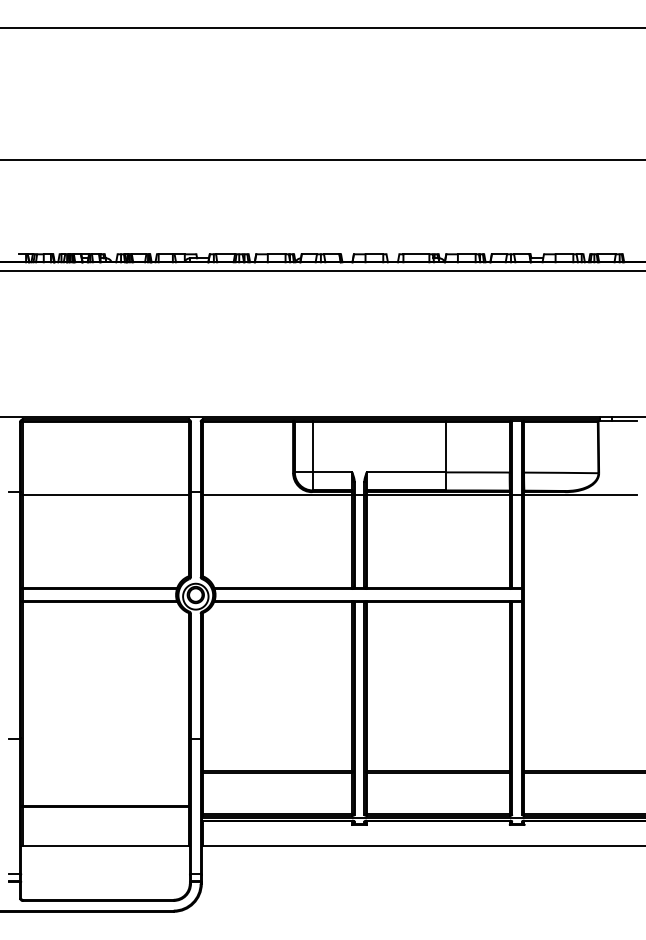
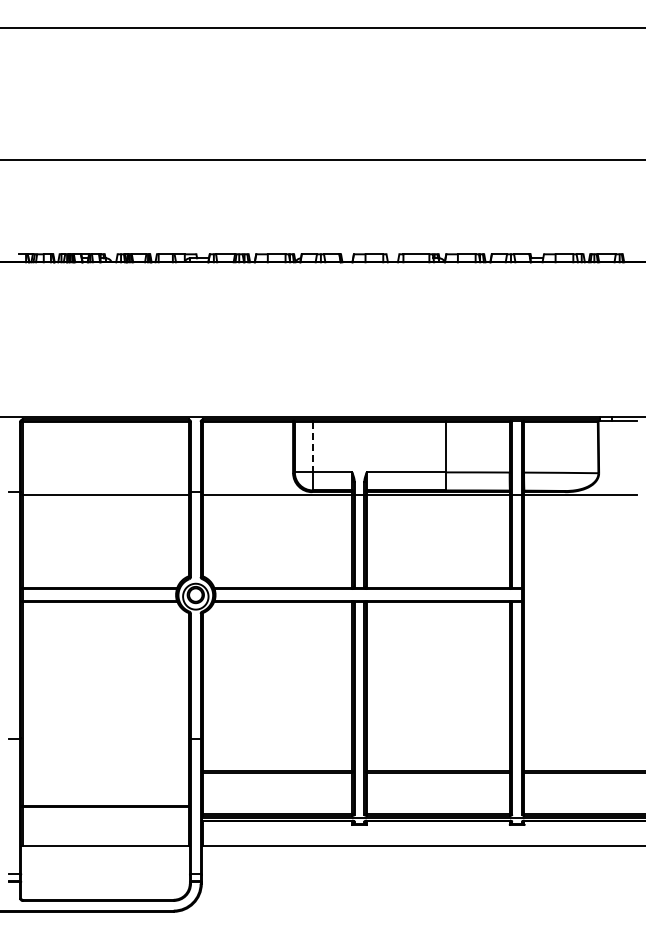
line at (322, 270): present -> none
line at (312, 447): solid -> dashed
